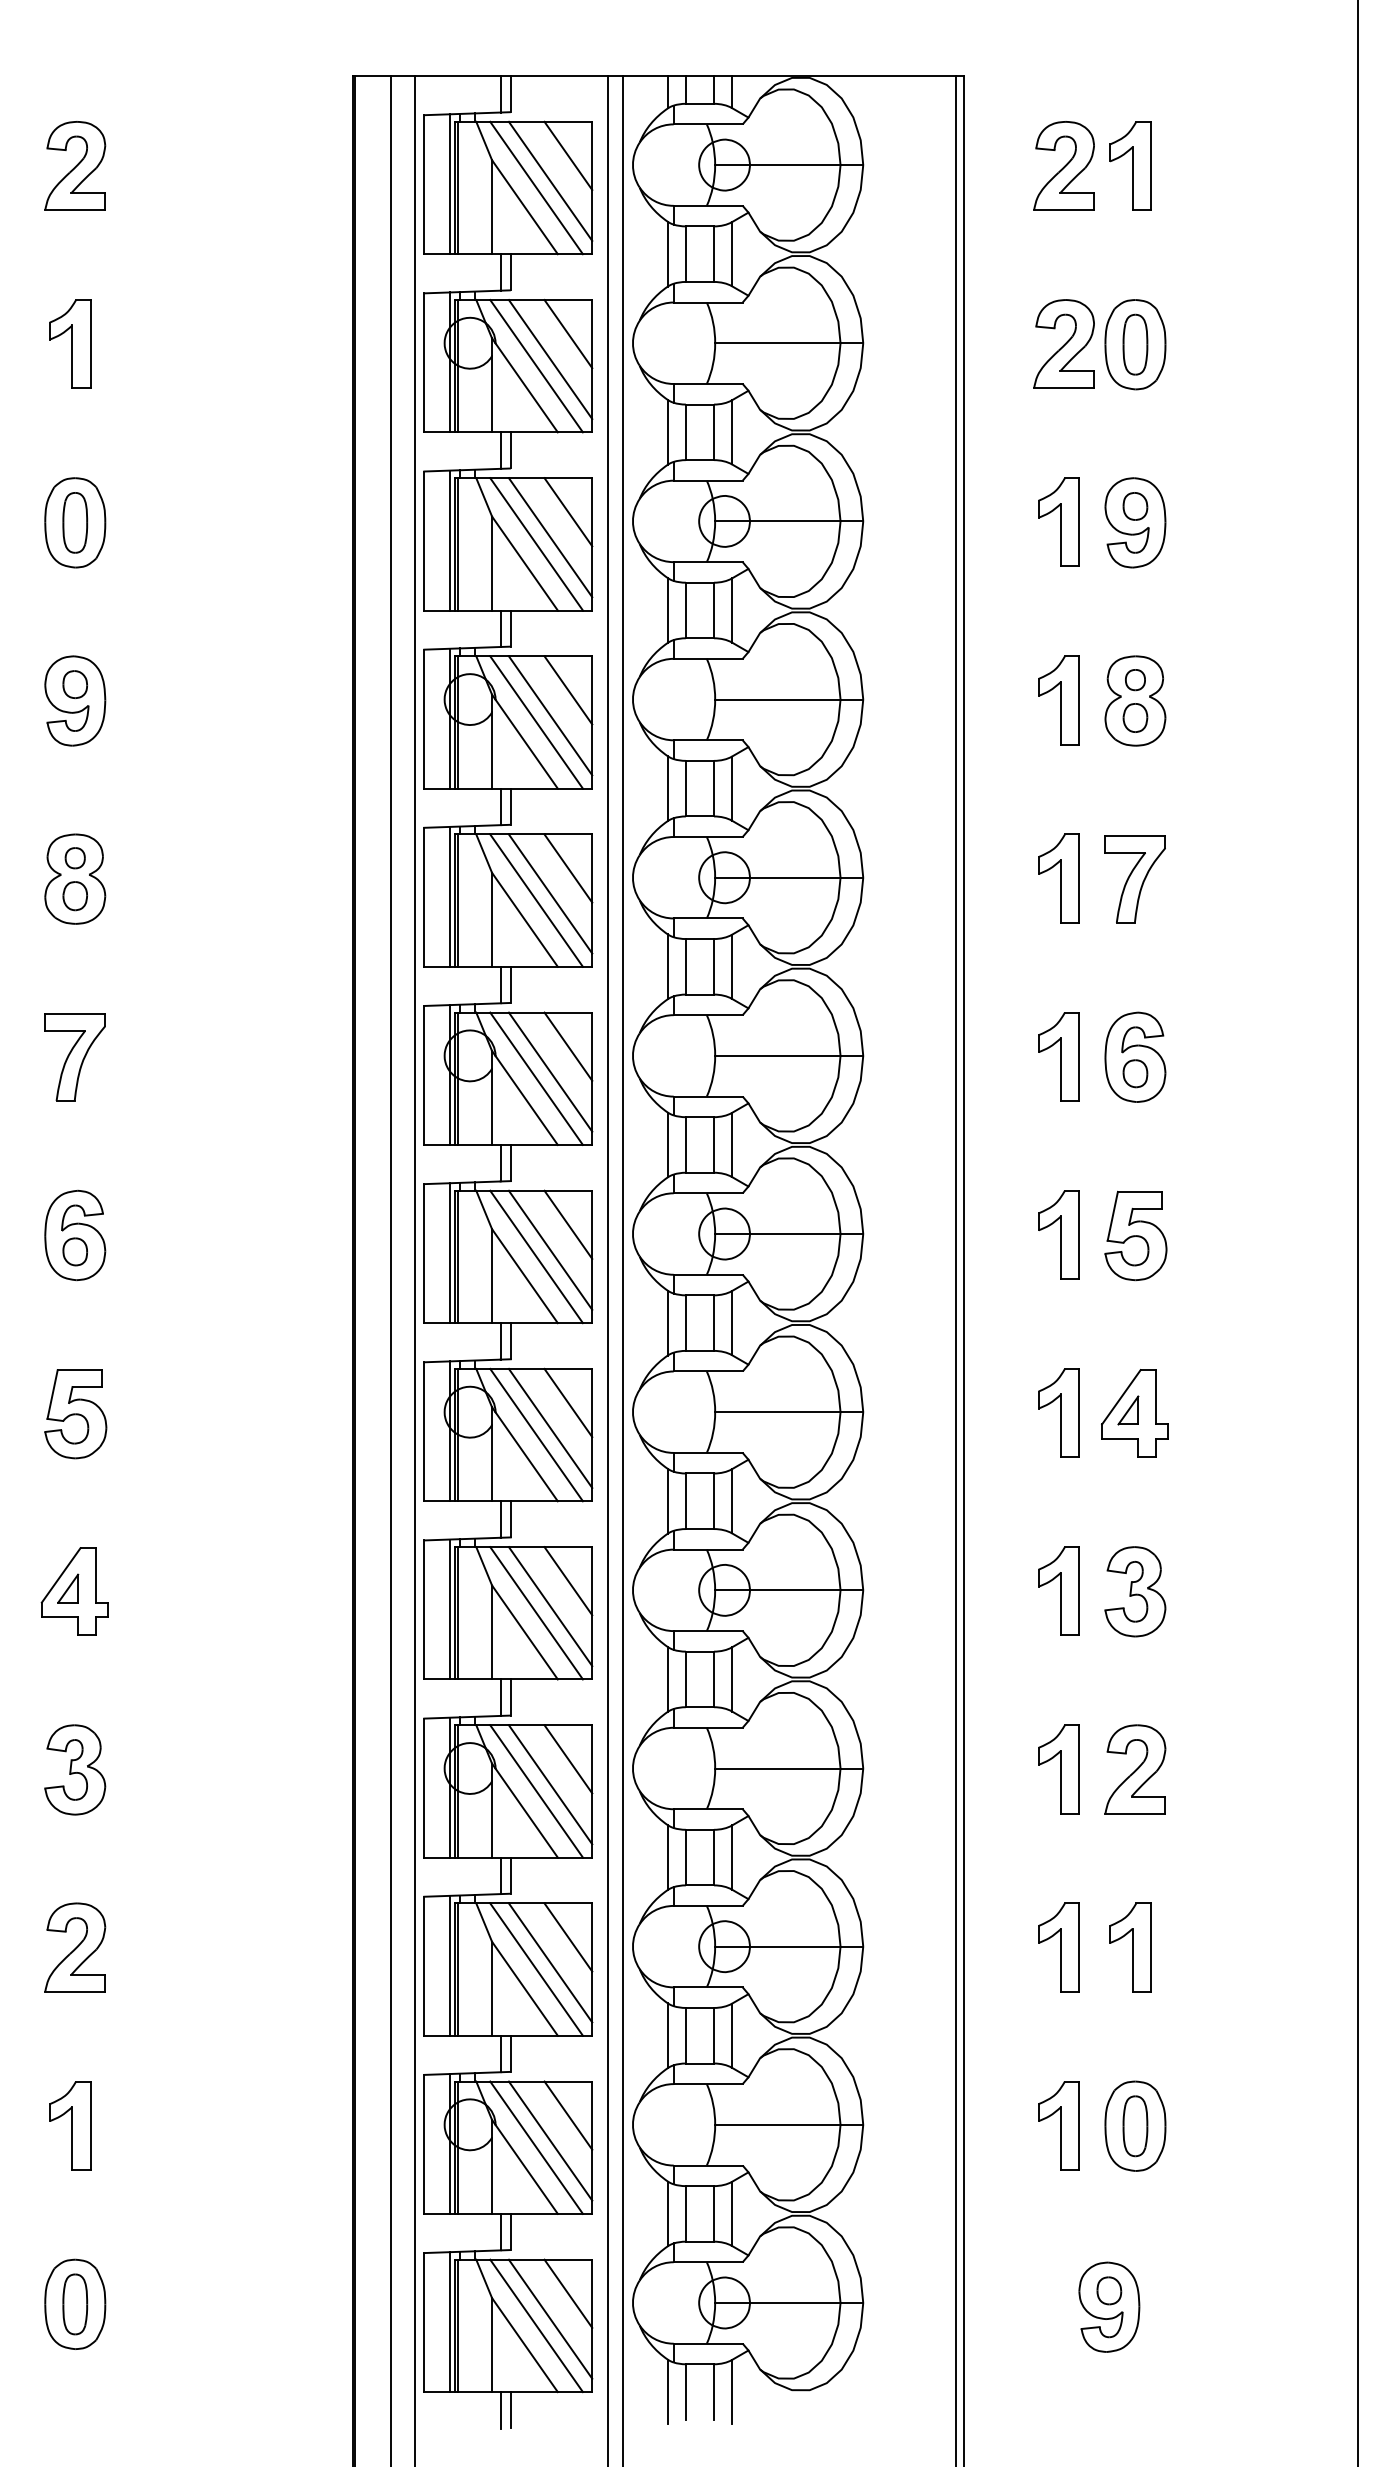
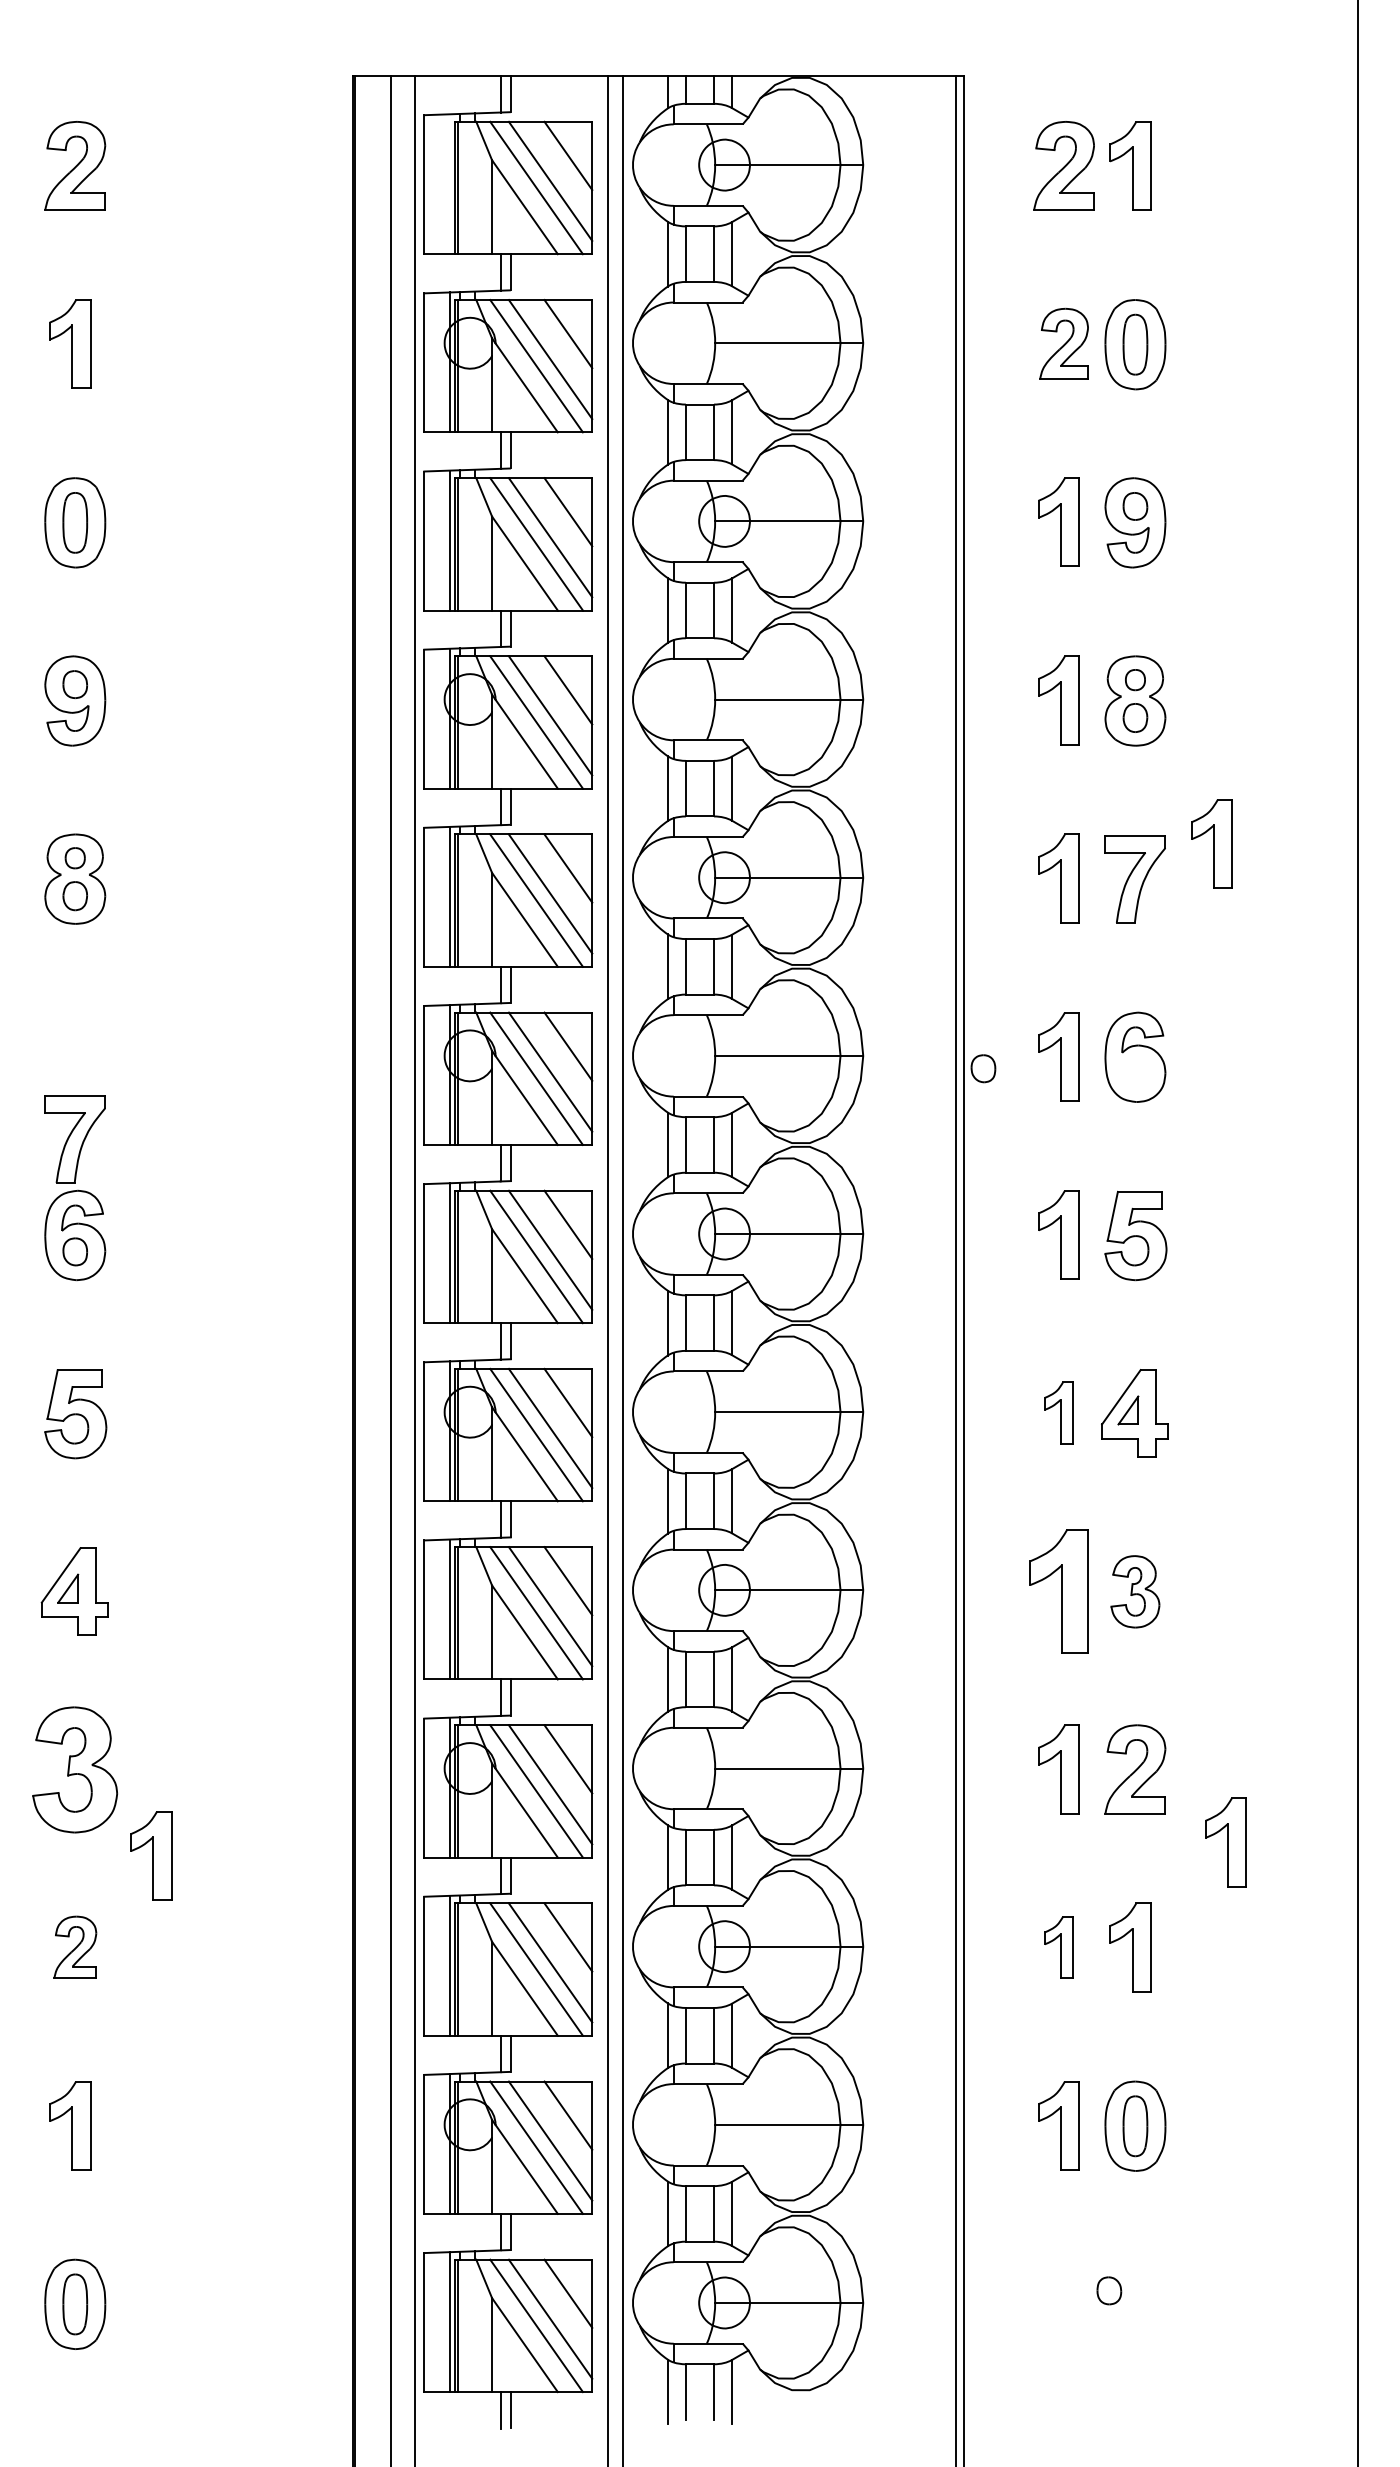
line at (449, 184): present -> none
part at (1063, 343) size: 62x90 px -> 50x73 px
part at (1211, 843): none -> present
part at (74, 1057) position: (74, 1057) -> (74, 1139)
part at (1135, 1073) position: (1135, 1073) -> (983, 1068)
part at (1058, 1412) size: 42x90 px -> 30x64 px
part at (1058, 1590) size: 42x90 px -> 60x125 px
part at (1135, 1591) size: 63x92 px -> 51x74 px
part at (75, 1769) size: 63x92 px -> 87x128 px
part at (1225, 1842): none -> present
part at (151, 1855): none -> present
part at (75, 1947) size: 63x91 px -> 45x64 px
part at (1058, 1947) size: 42x91 px -> 30x63 px
part at (1109, 2306): present -> none
